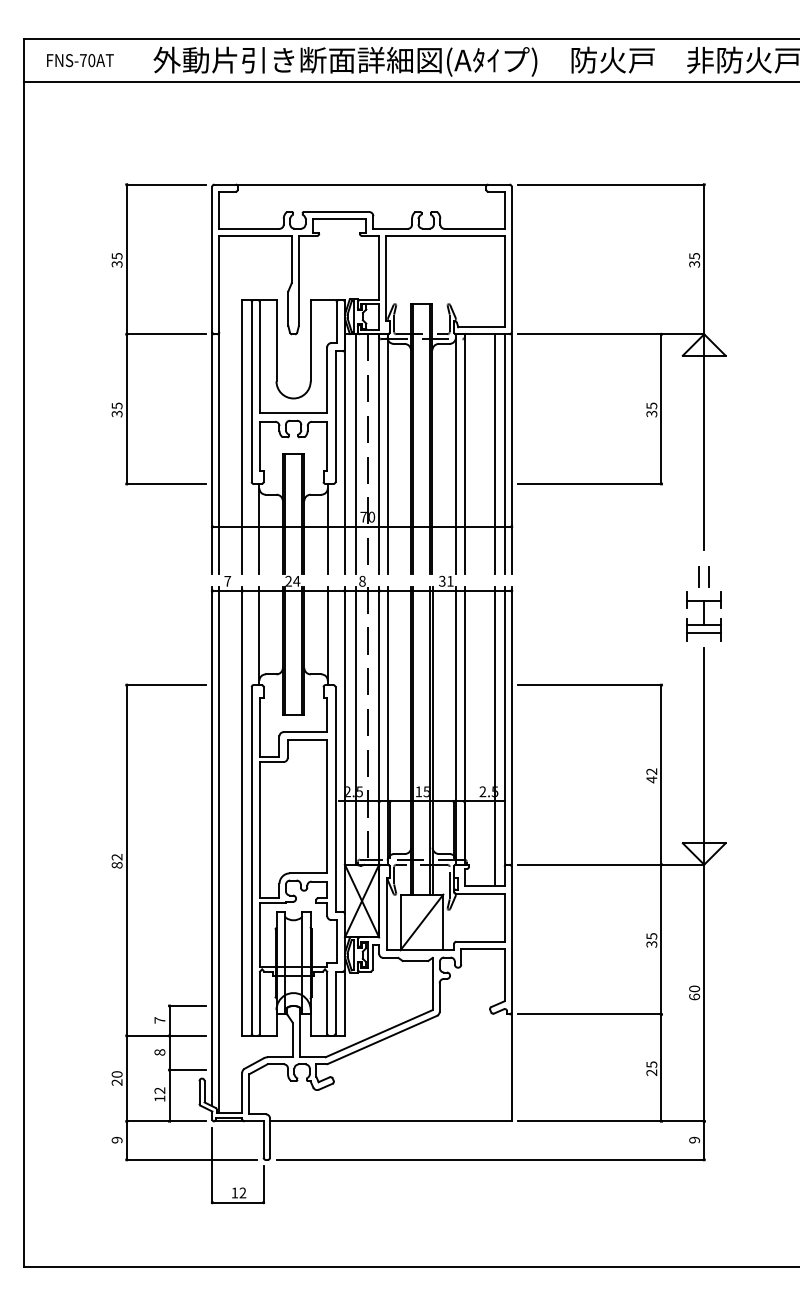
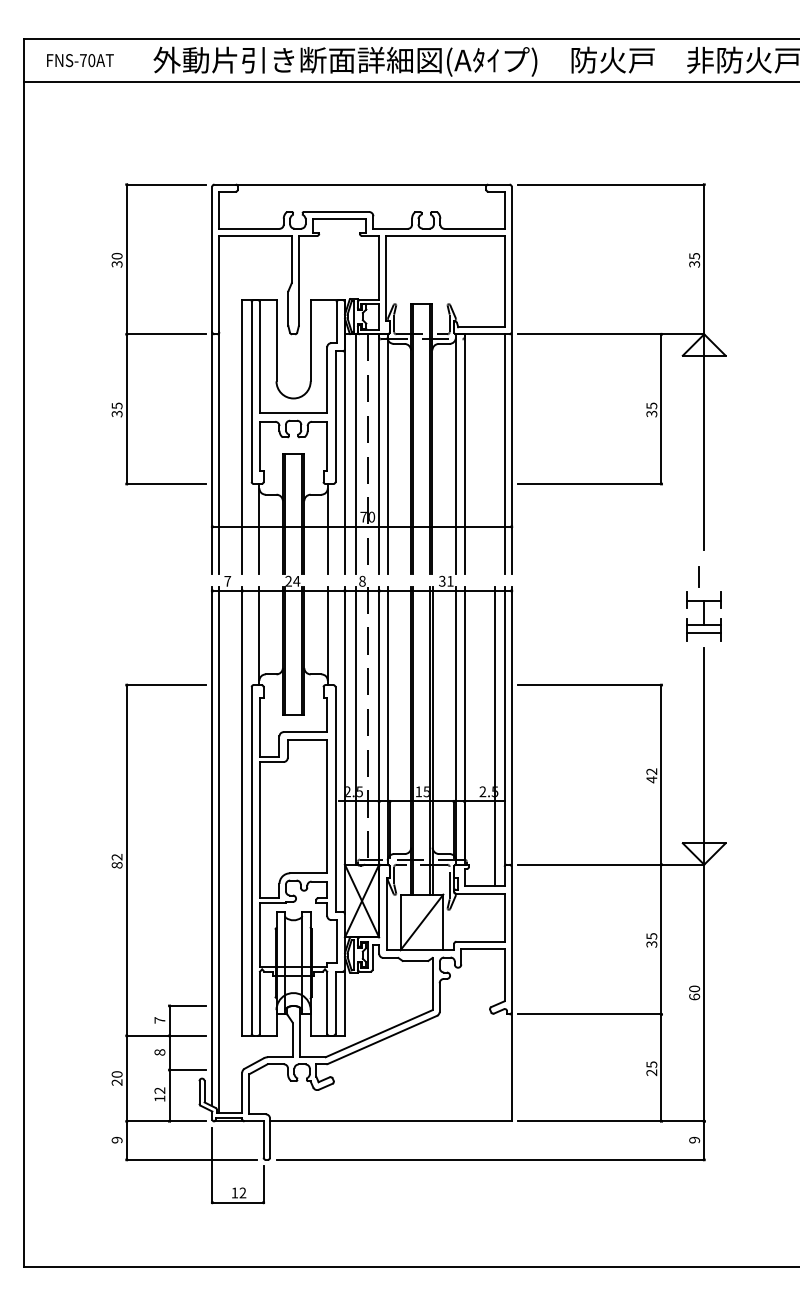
text at (116, 256): 35 -> 30
line at (494, 453): present -> none
line at (708, 576): present -> none
